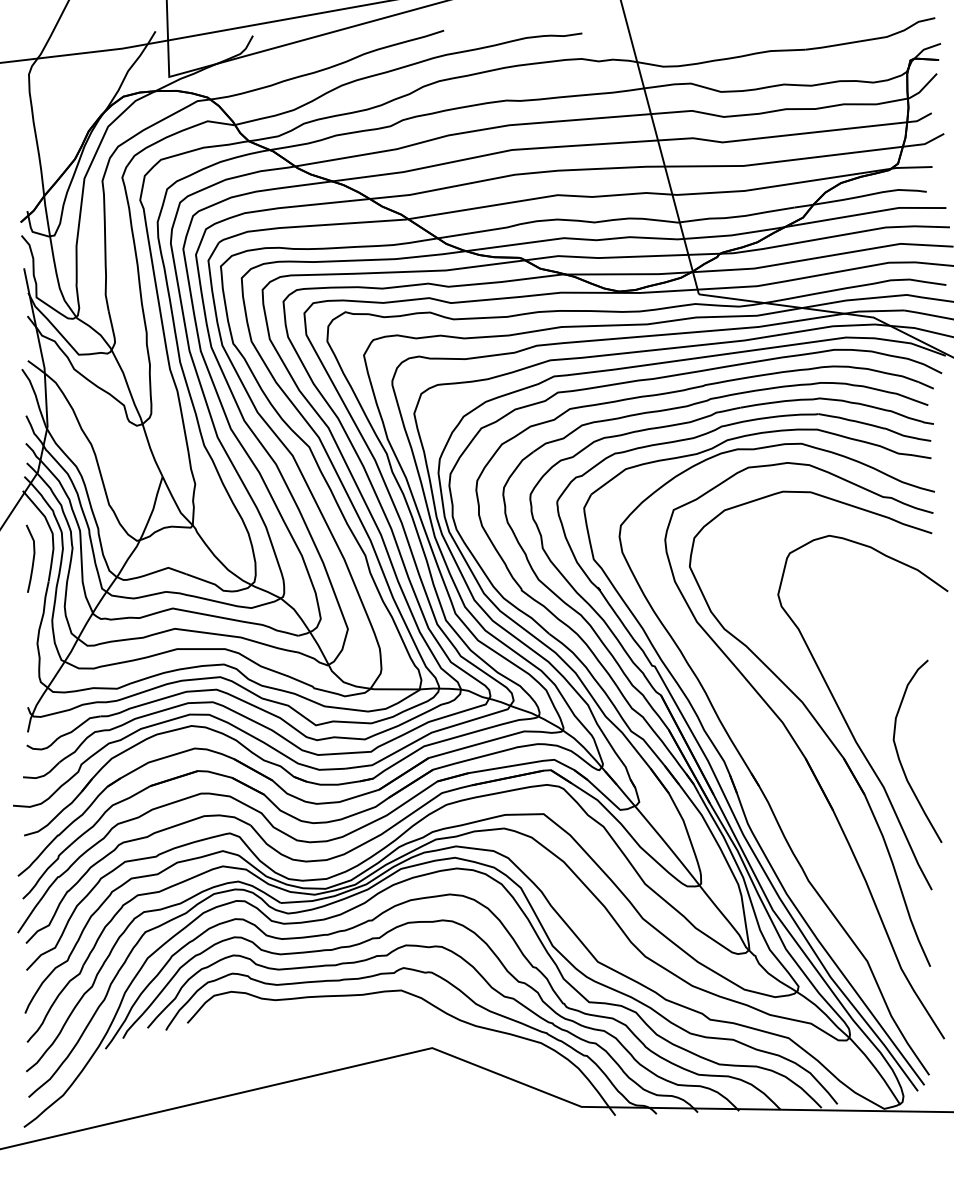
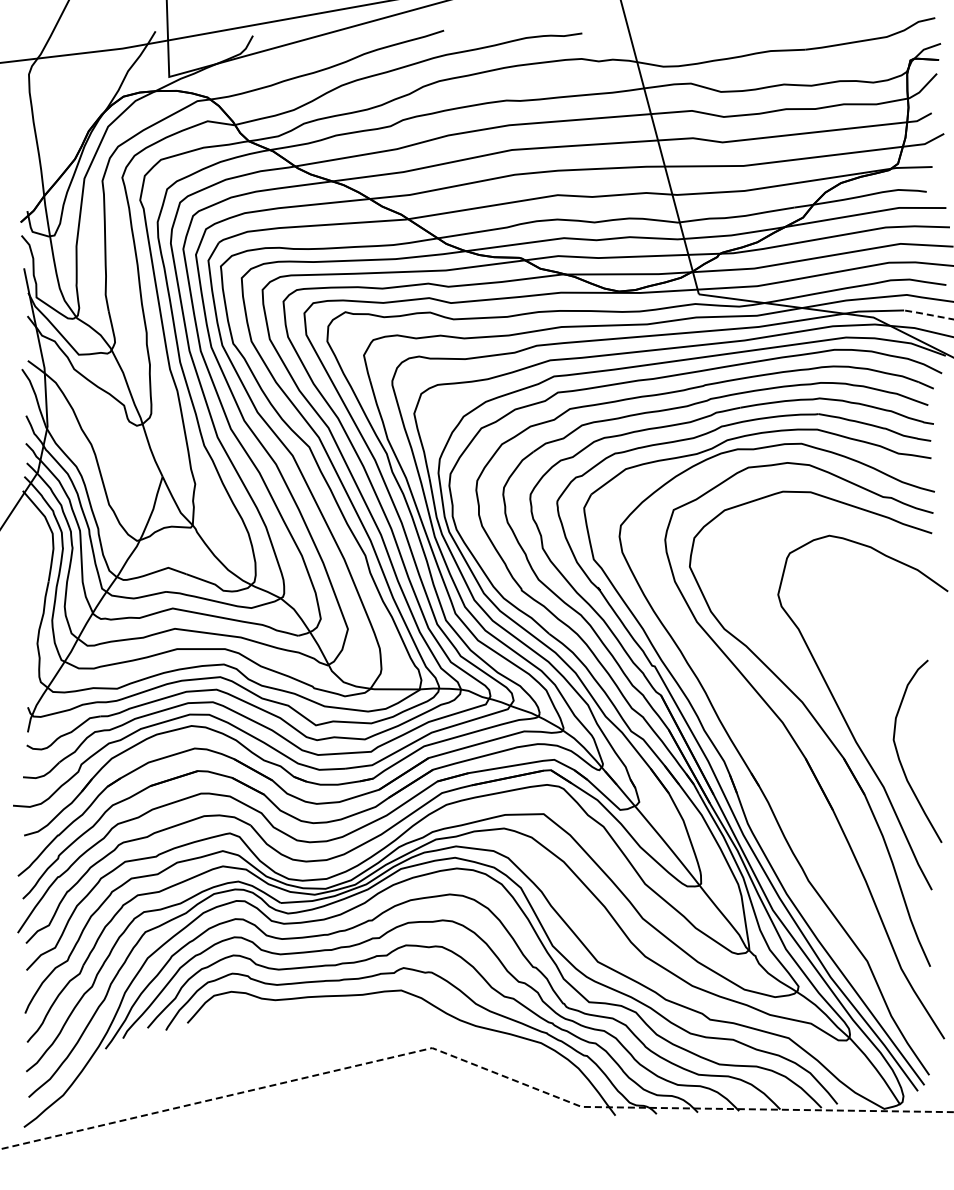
line at (927, 314): solid -> dashed
curve at (32, 558): present -> none
line at (473, 1064): solid -> dashed
